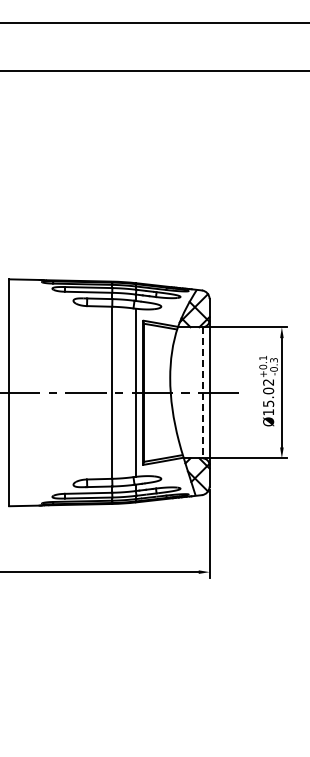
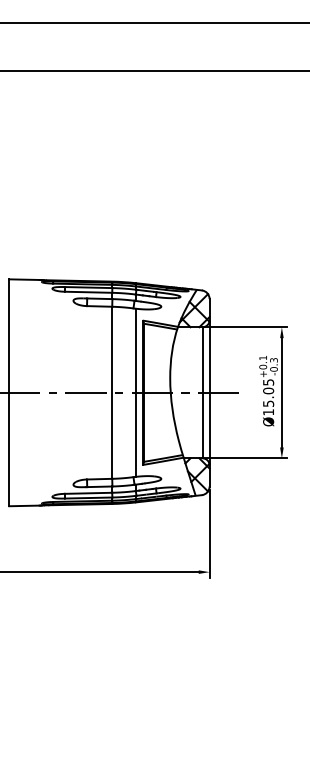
text at (268, 382): Ø15.02 -> Ø15.05
line at (202, 392): dashed -> solid
